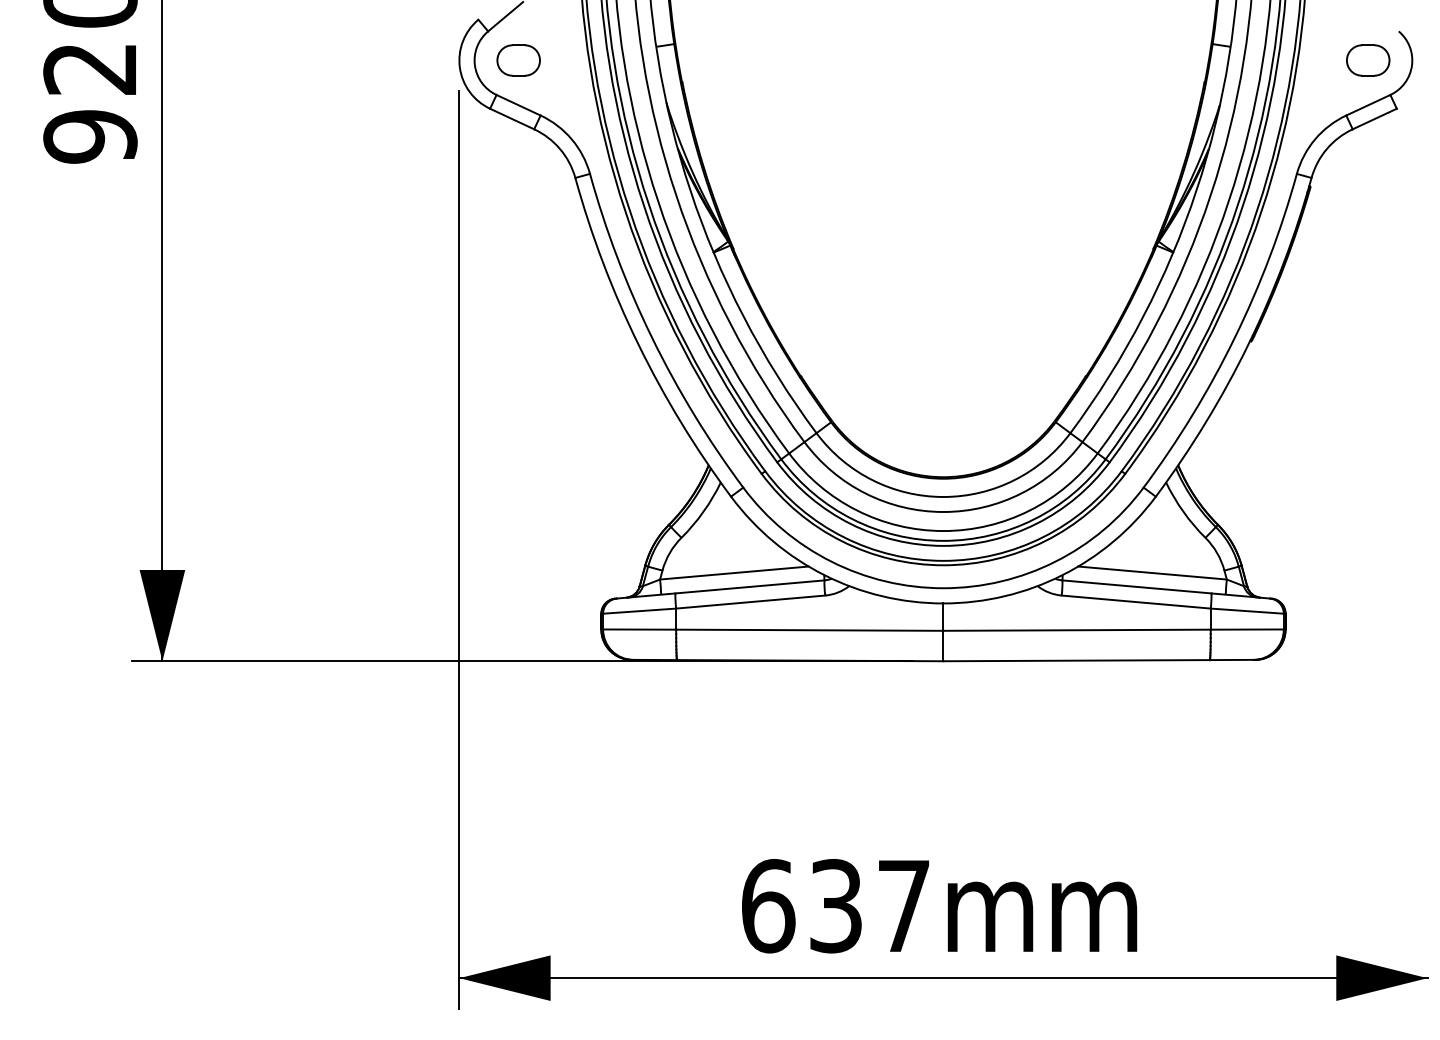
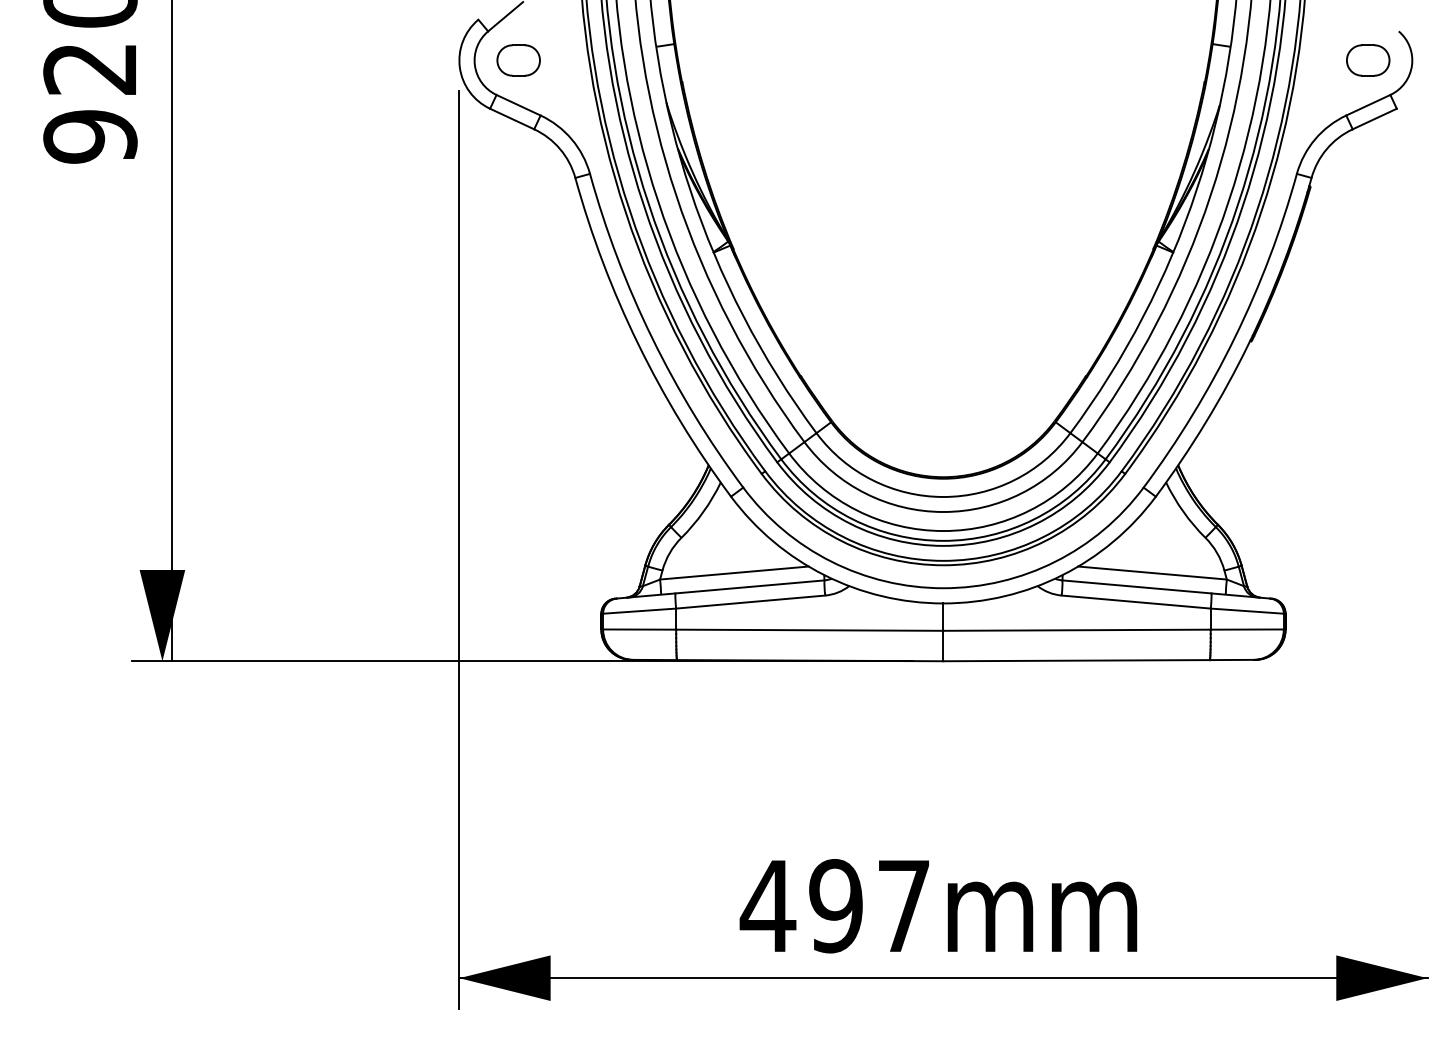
line at (162, 331) position: (162, 331) -> (172, 331)
text at (800, 906): 637mm -> 497mm
